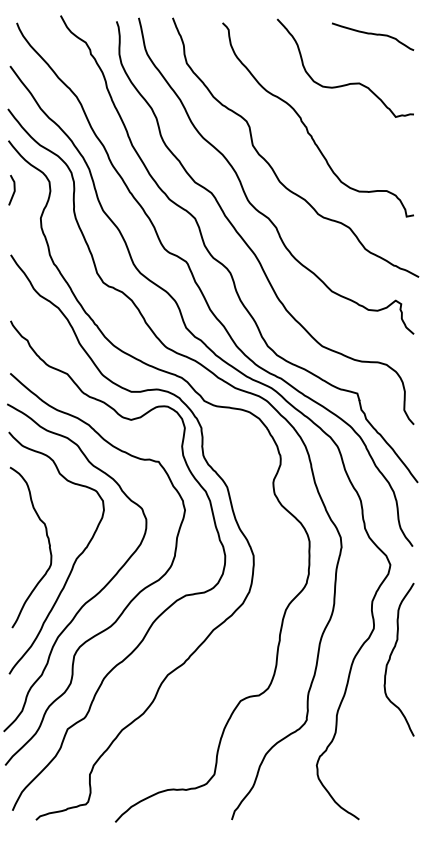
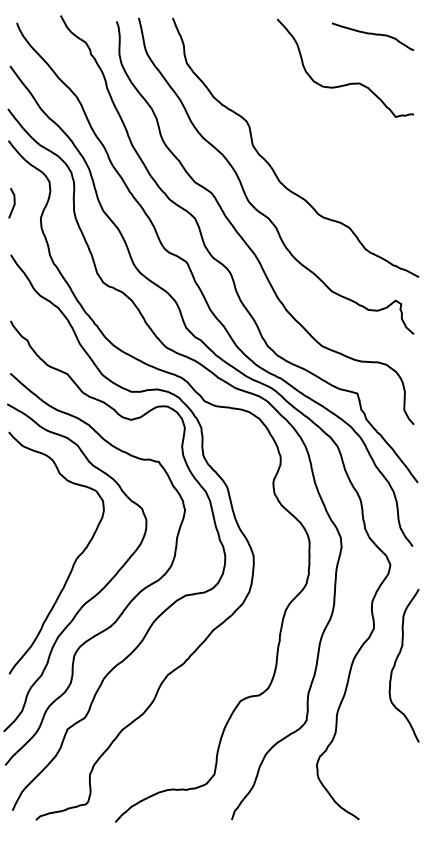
curve at (307, 127): present -> none
curve at (13, 190) position: (13, 190) -> (13, 203)
curve at (48, 544): present -> none
curve at (391, 656) position: (391, 656) -> (396, 662)
